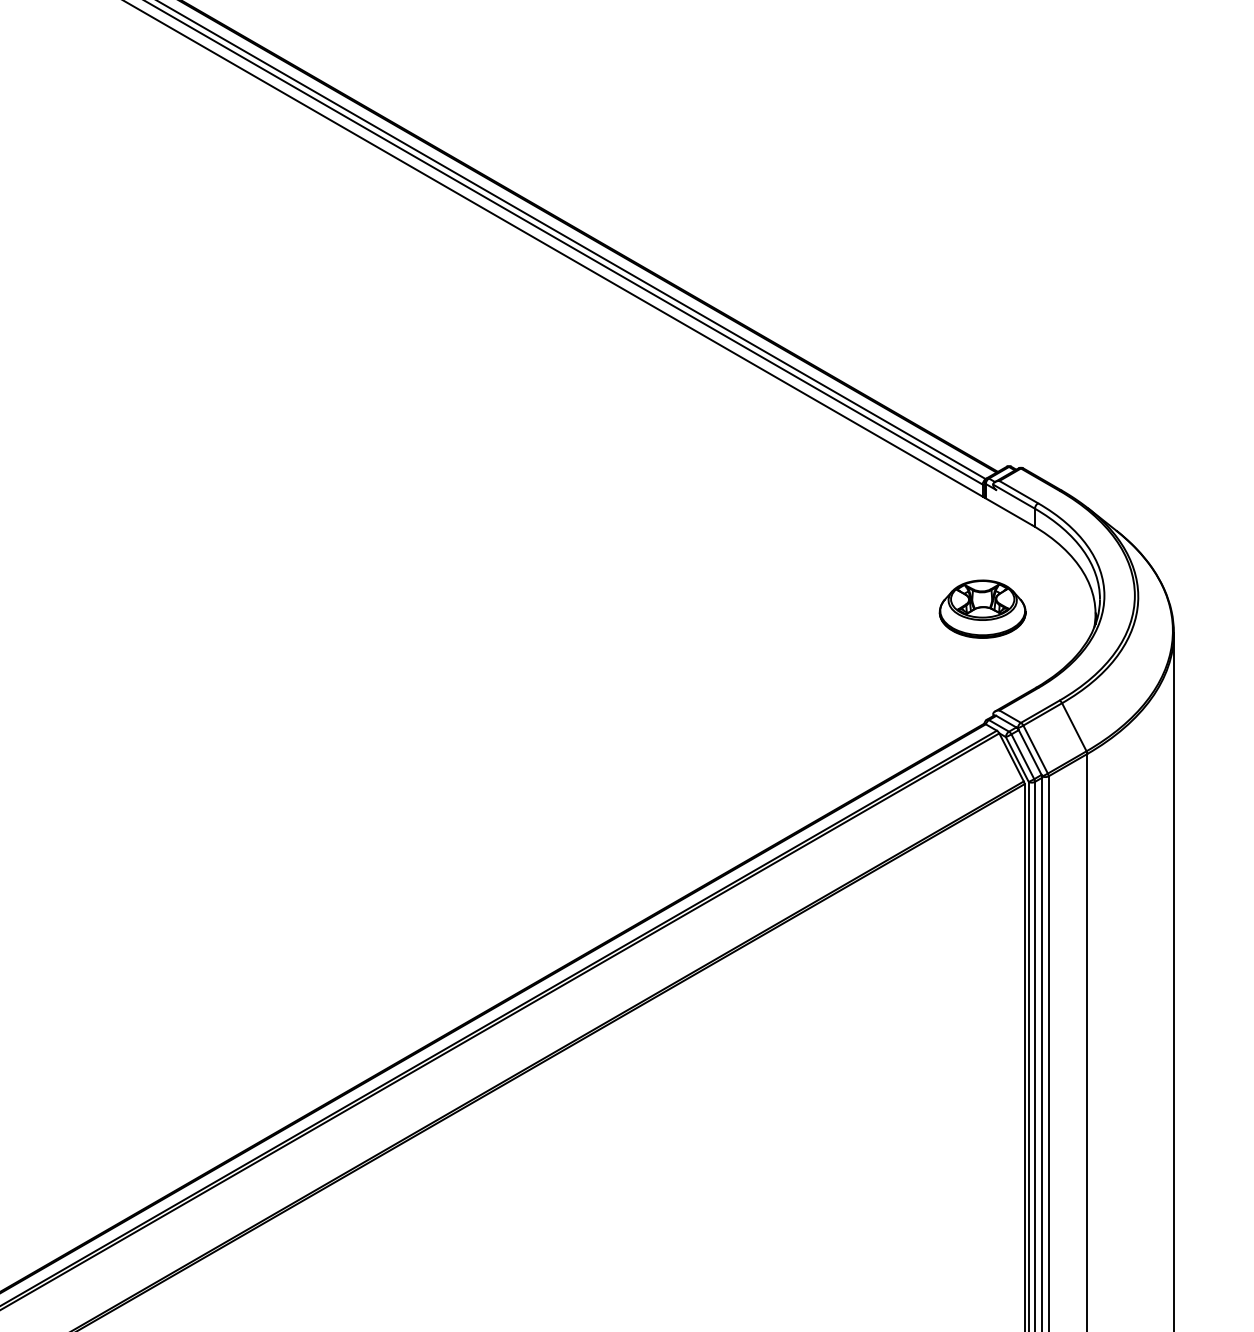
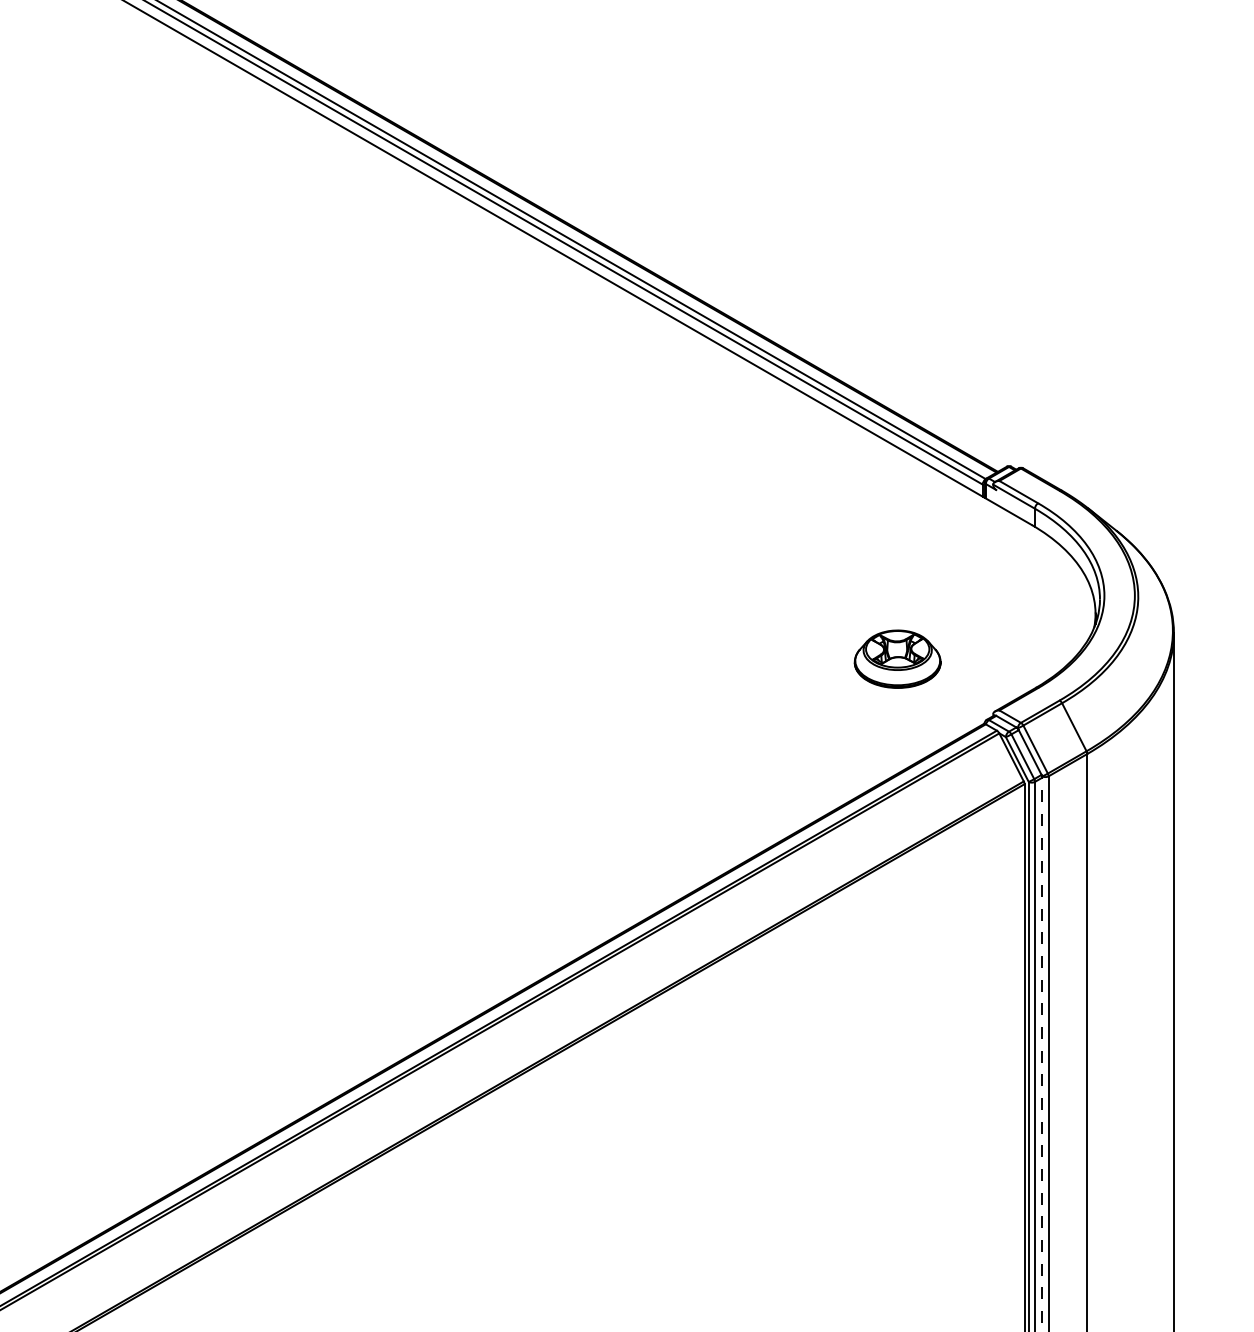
part at (982, 608) position: (982, 608) -> (897, 658)
line at (1042, 1054): solid -> dashed
